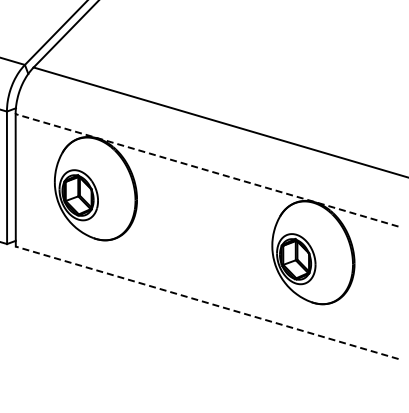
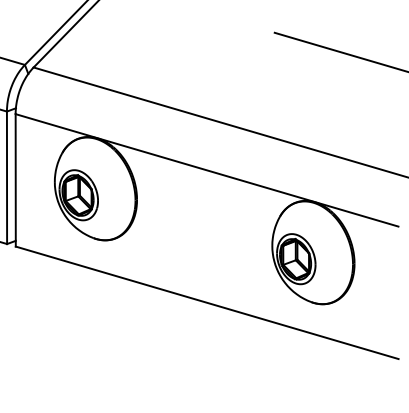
line at (339, 51): none -> present
line at (206, 170): dashed -> solid
line at (206, 302): dashed -> solid
